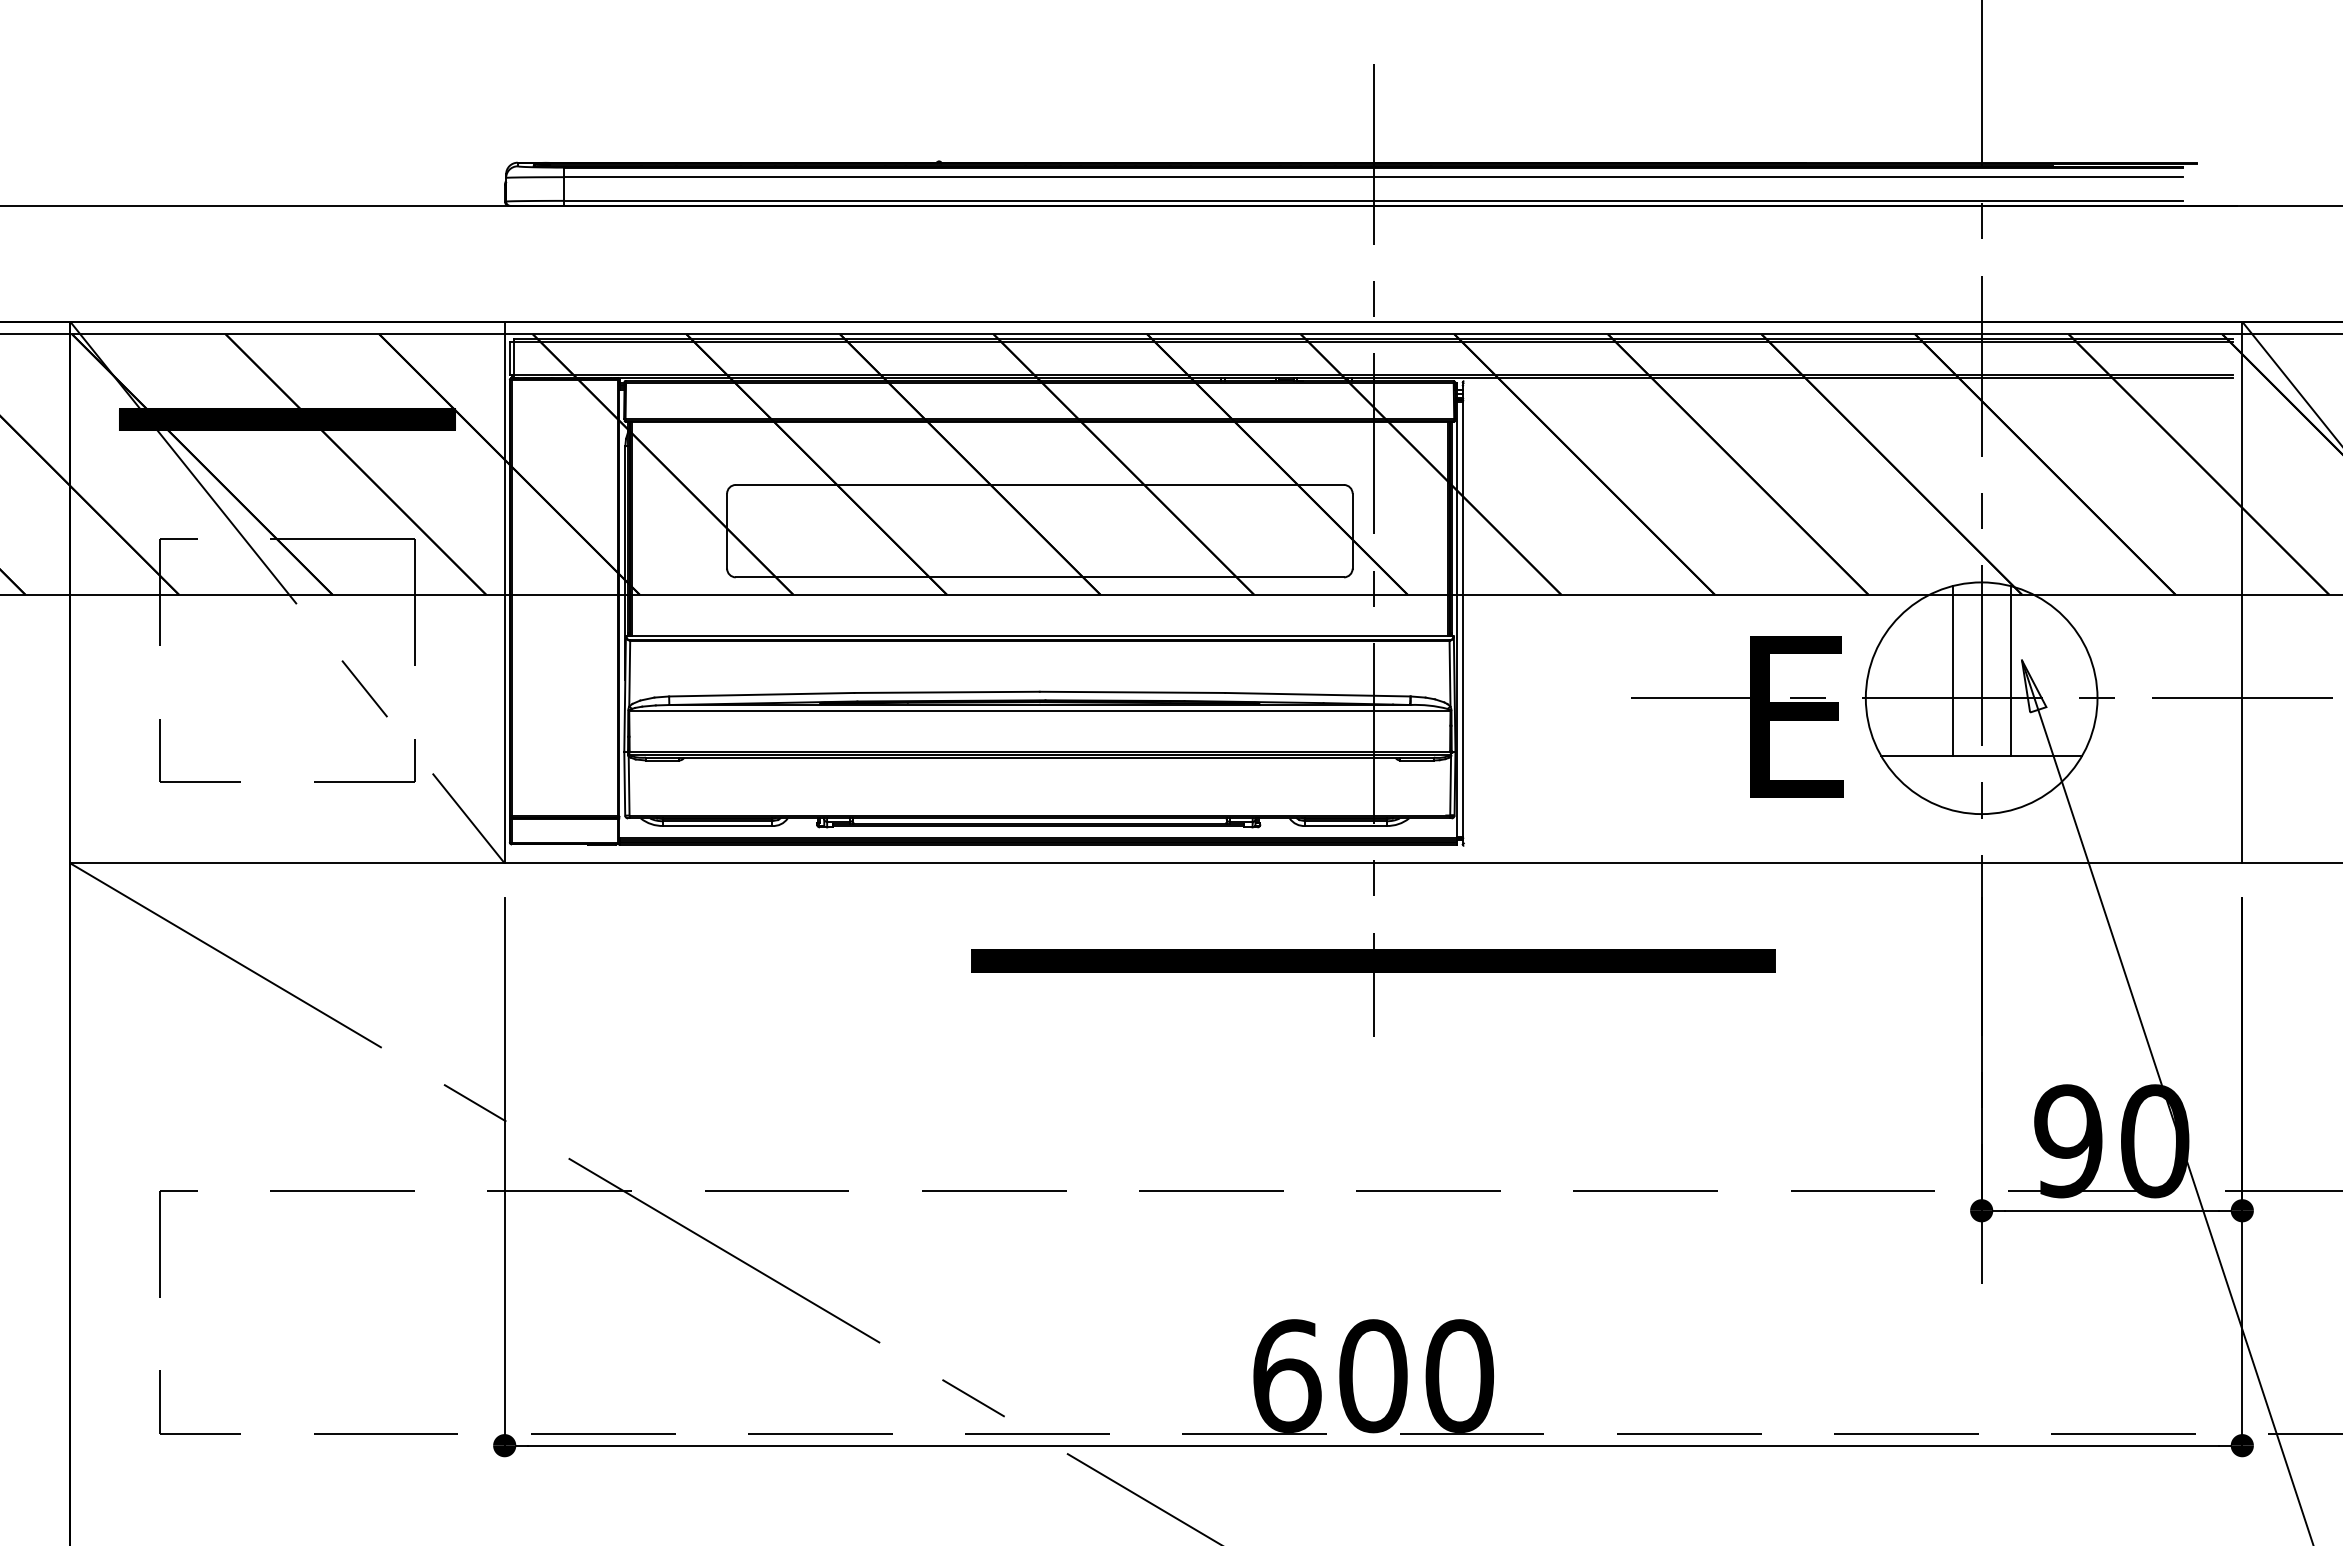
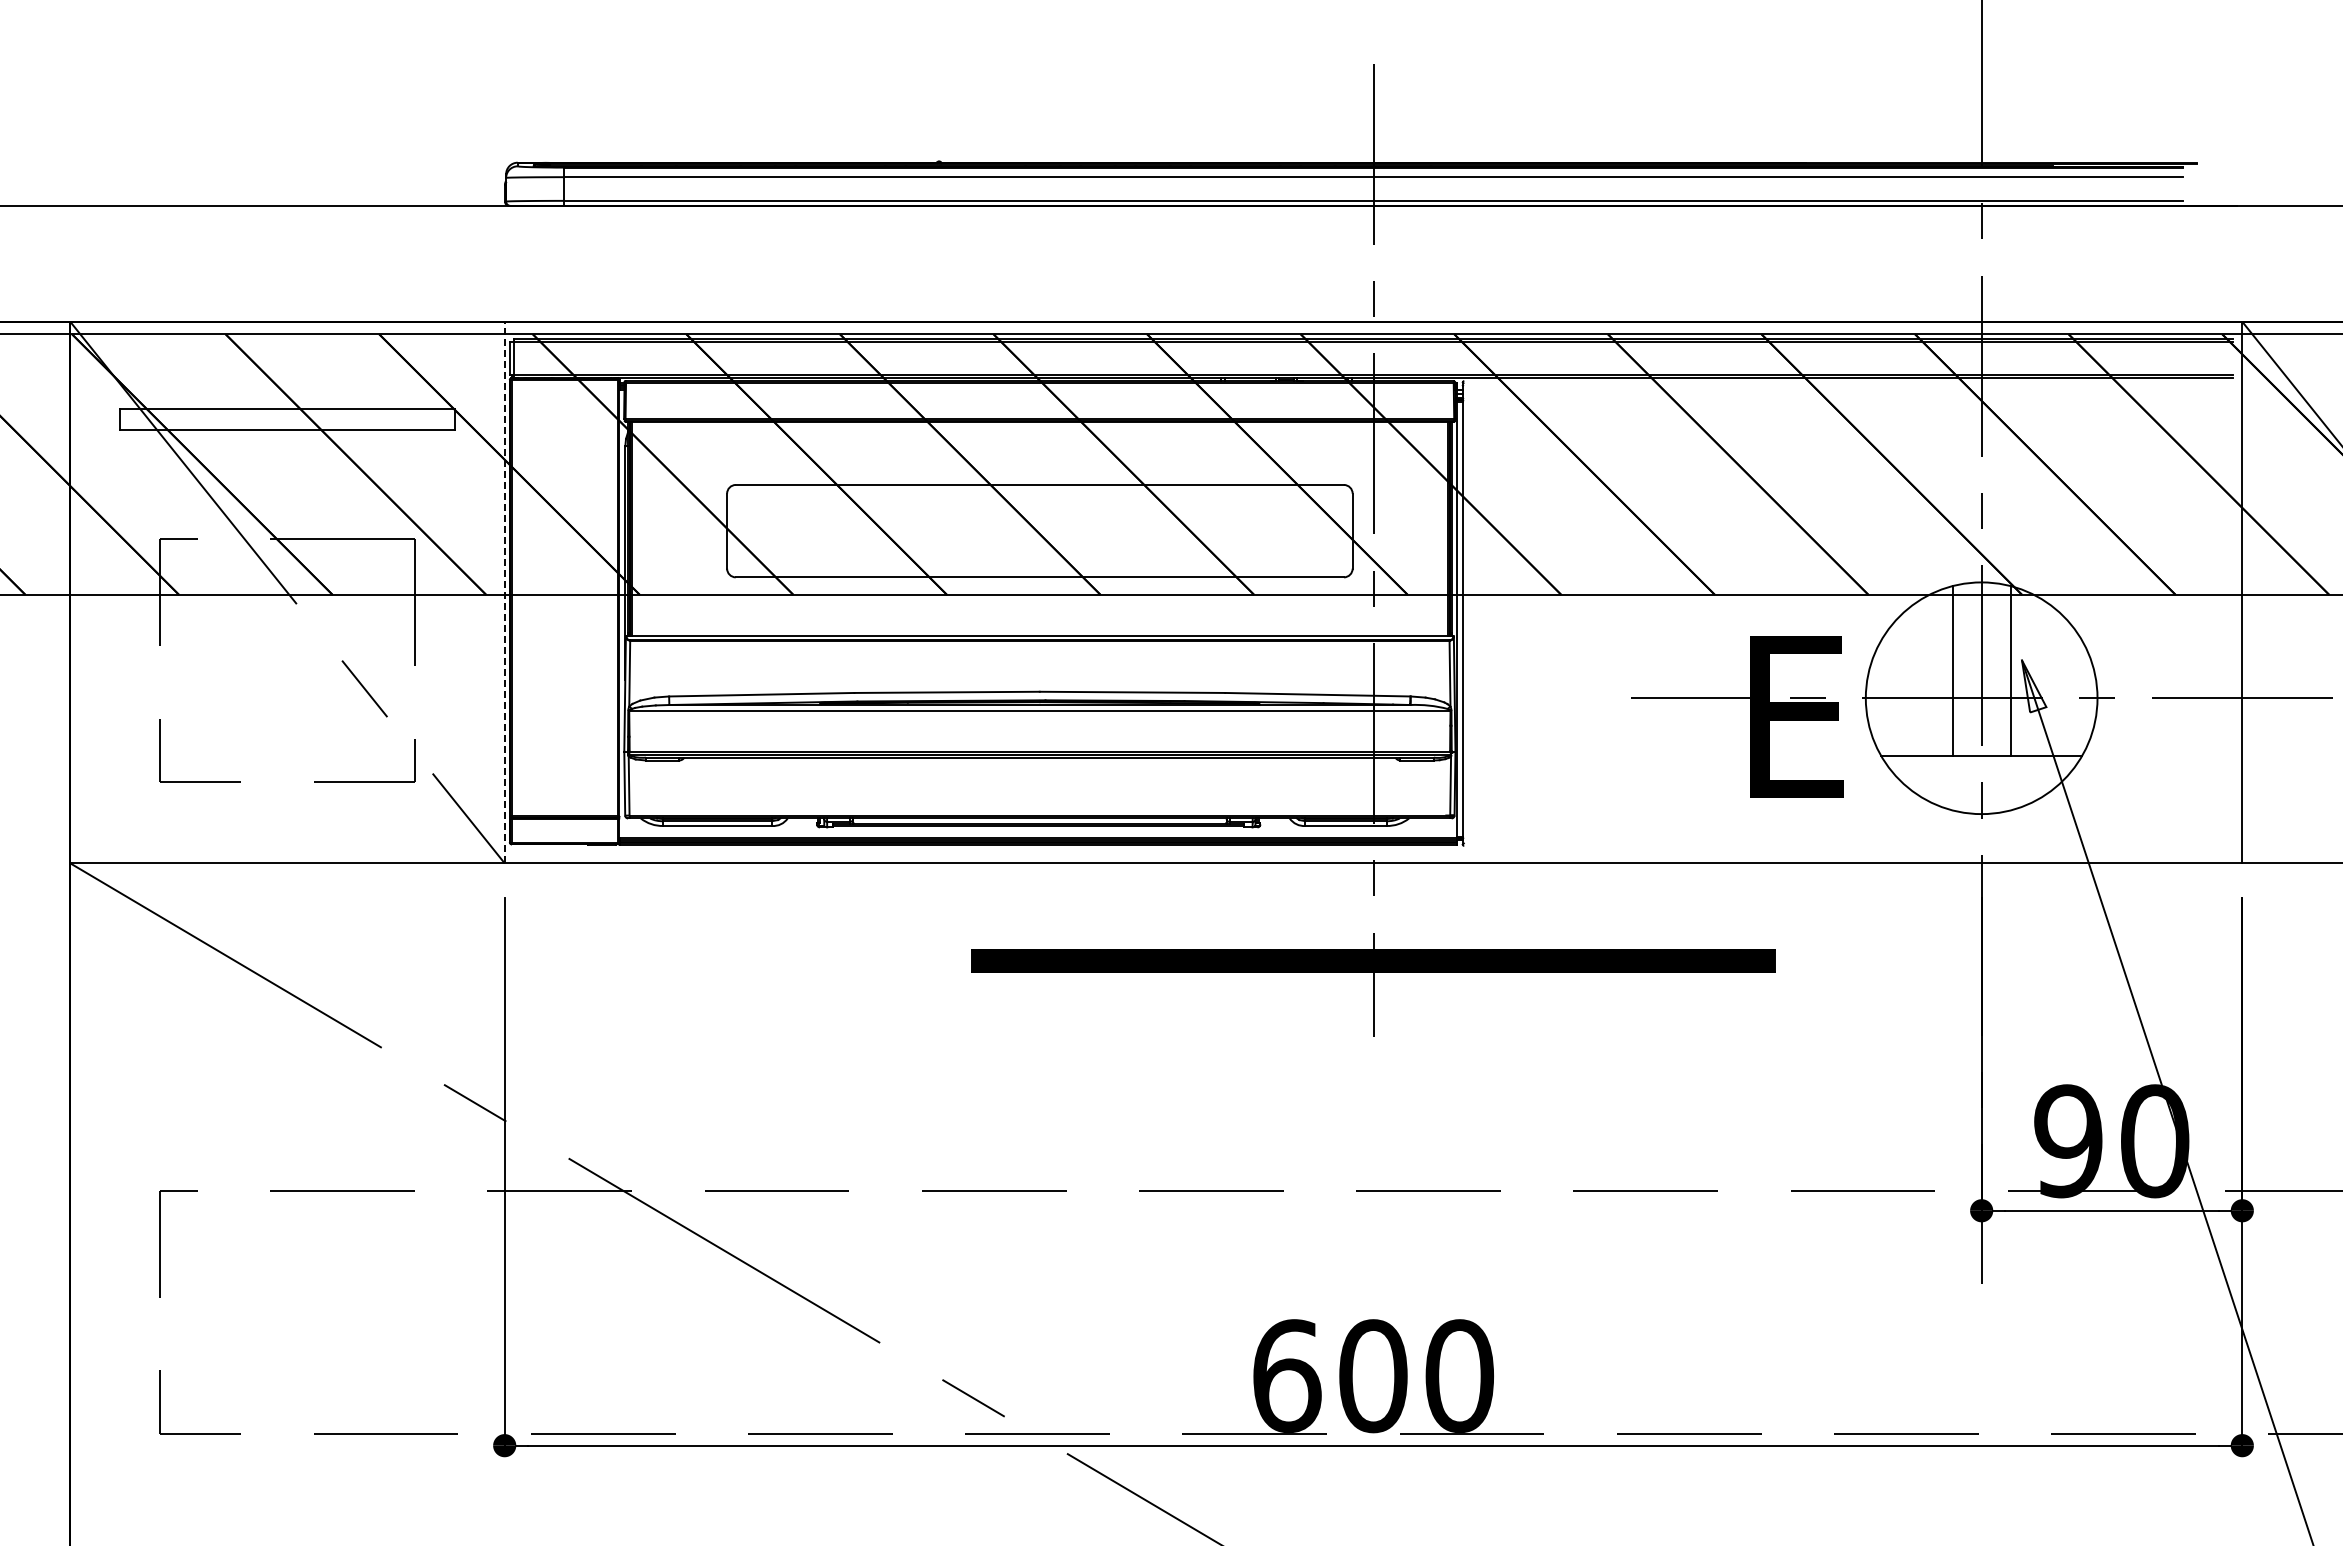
hatch at (287, 419): present -> none
line at (504, 592): solid -> dashed
